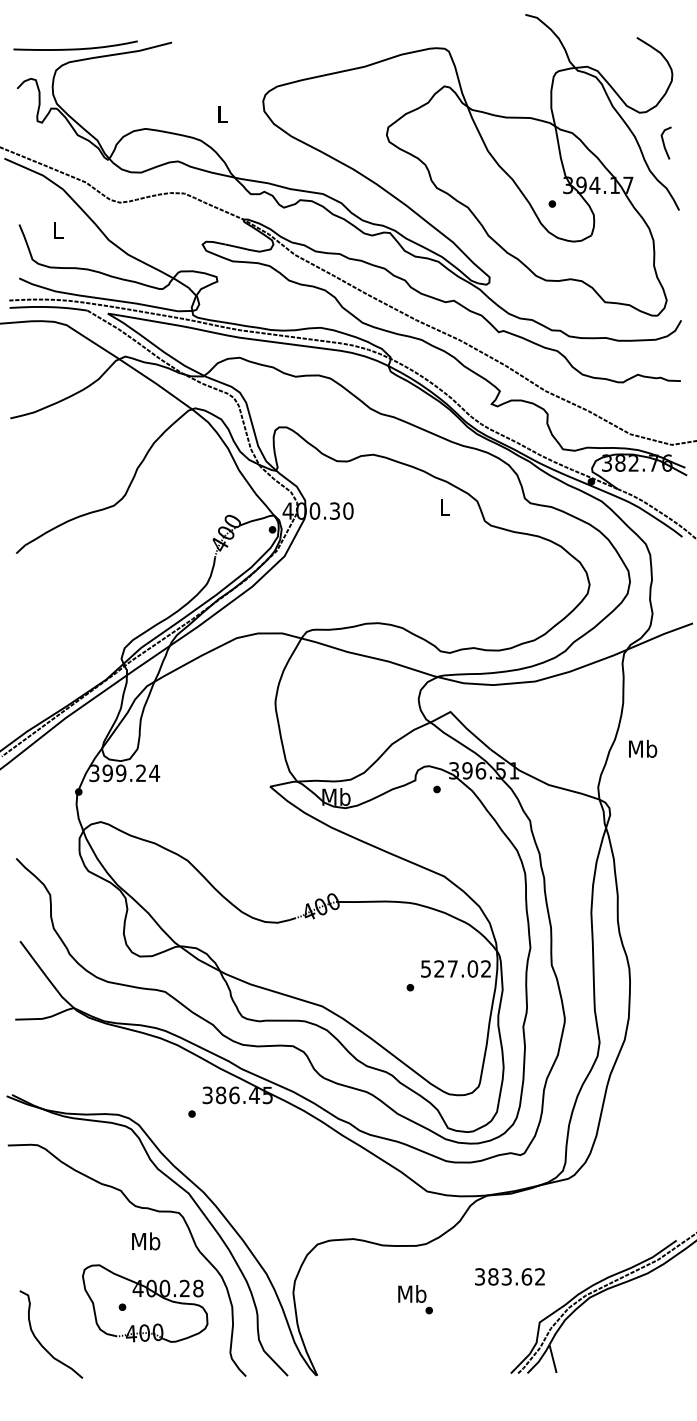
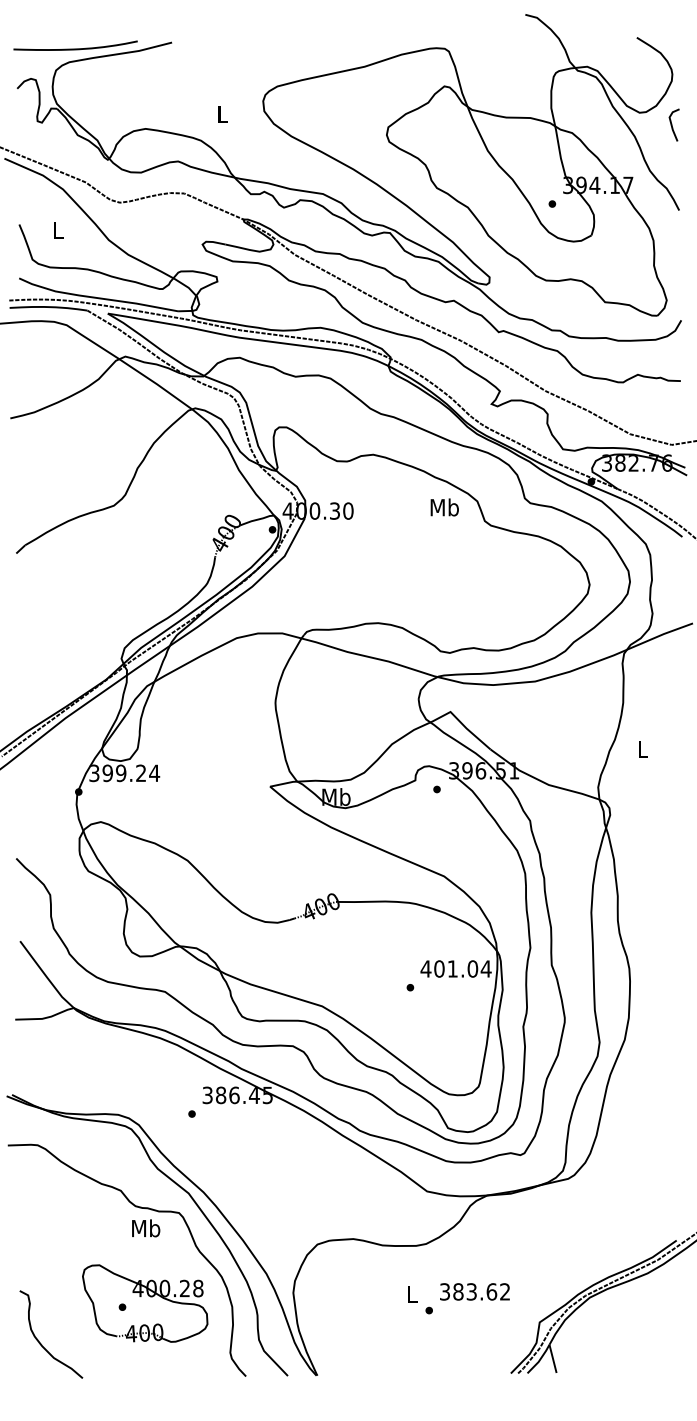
line at (664, 142) position: (664, 142) -> (672, 124)
text at (444, 507): L -> Mb
text at (643, 748): Mb -> L
text at (455, 968): 527.02 -> 401.04
text at (146, 1241) position: (146, 1241) -> (146, 1228)
text at (509, 1276) position: (509, 1276) -> (474, 1291)
text at (412, 1293): Mb -> L
